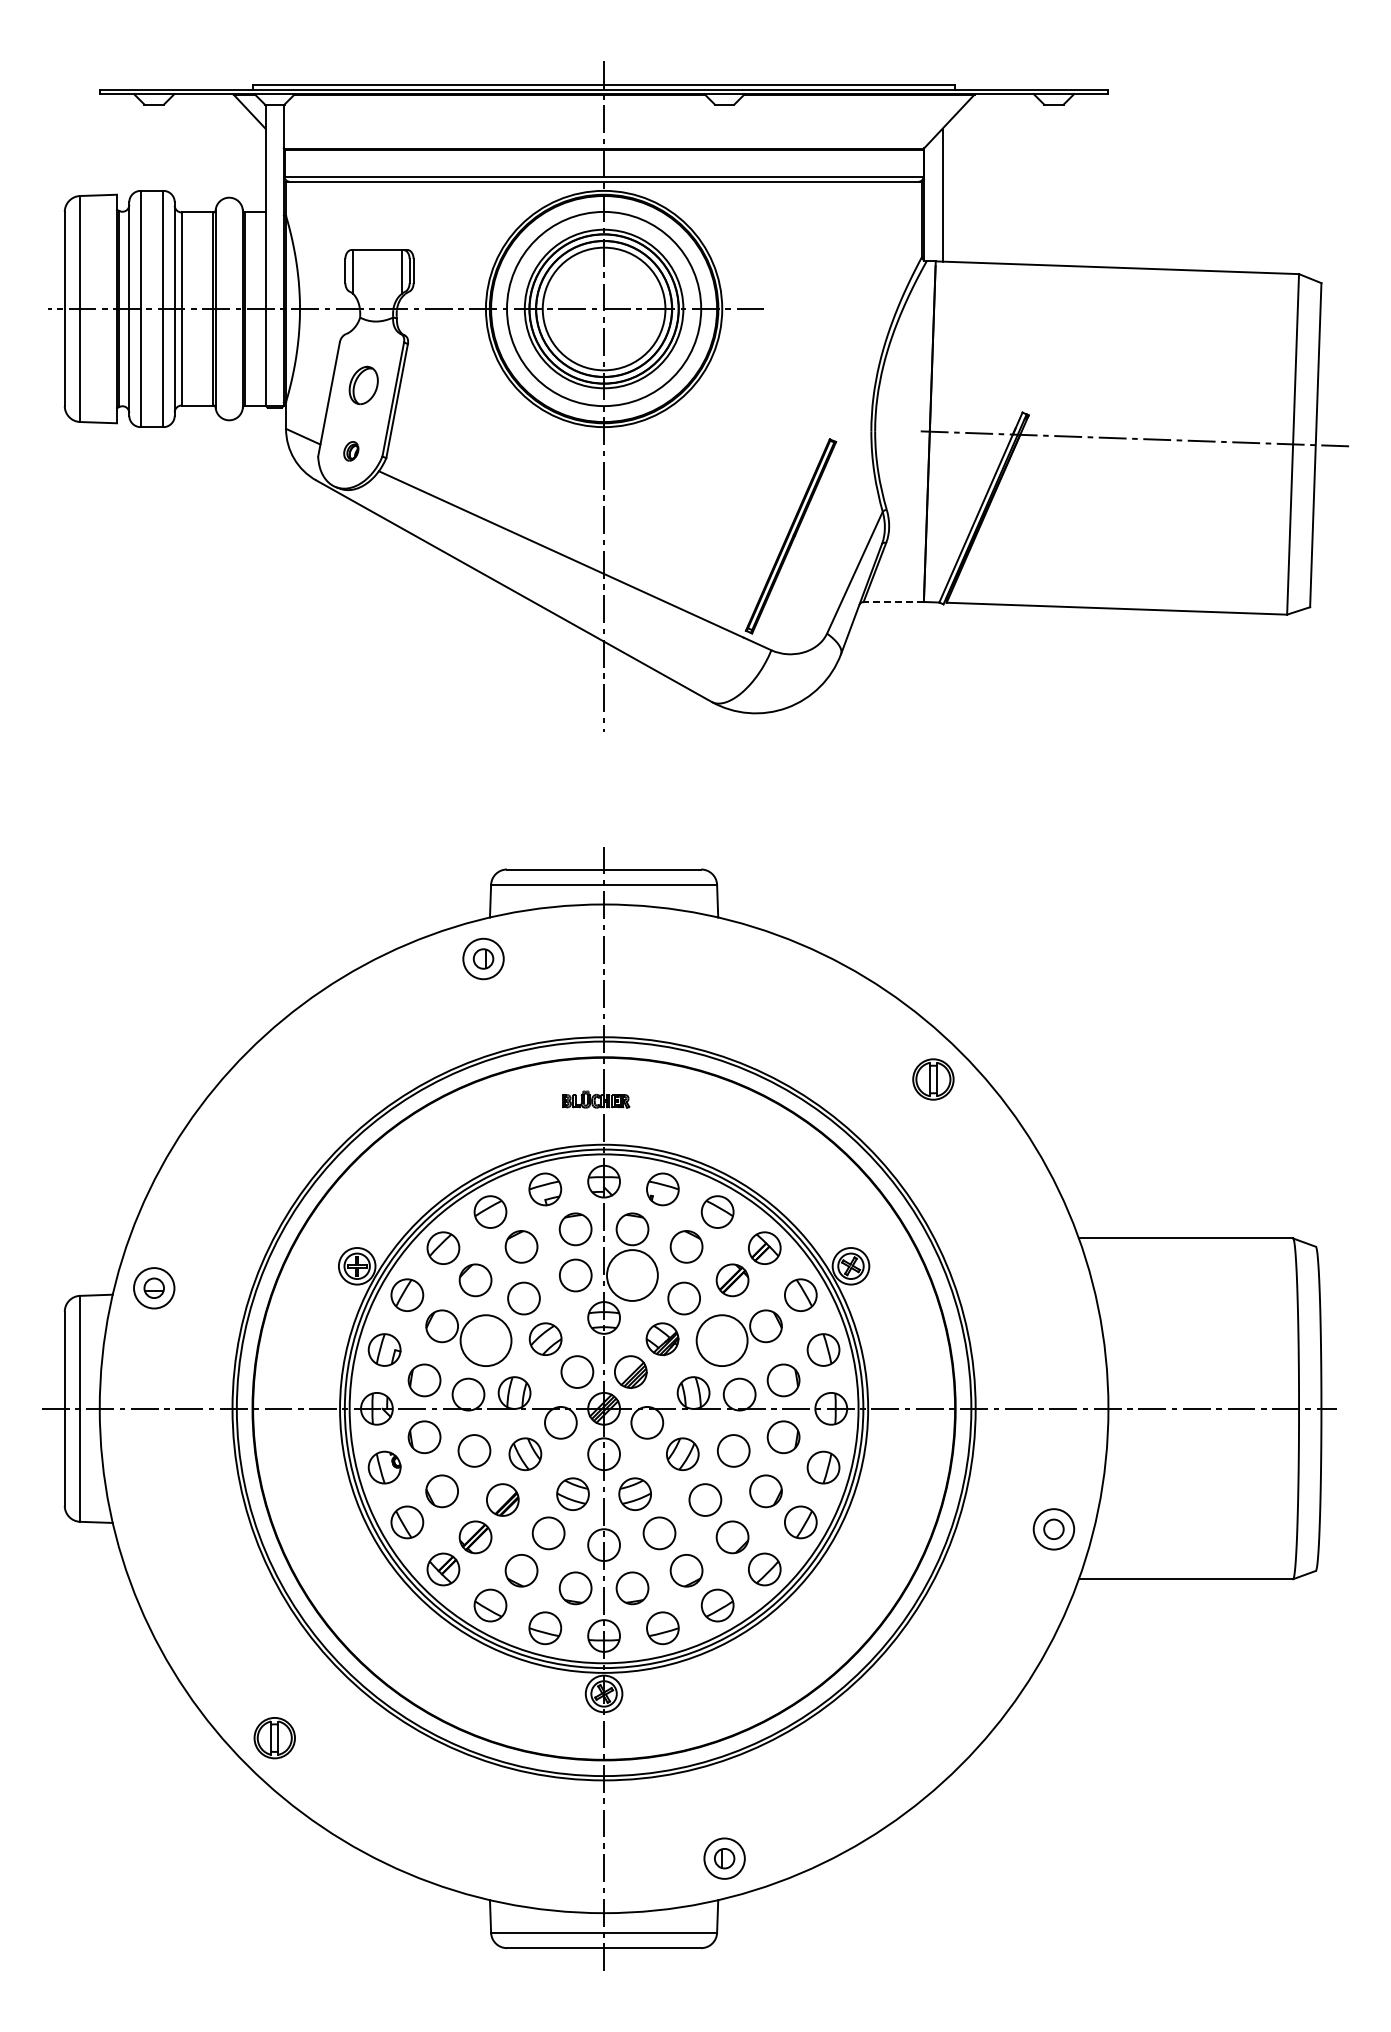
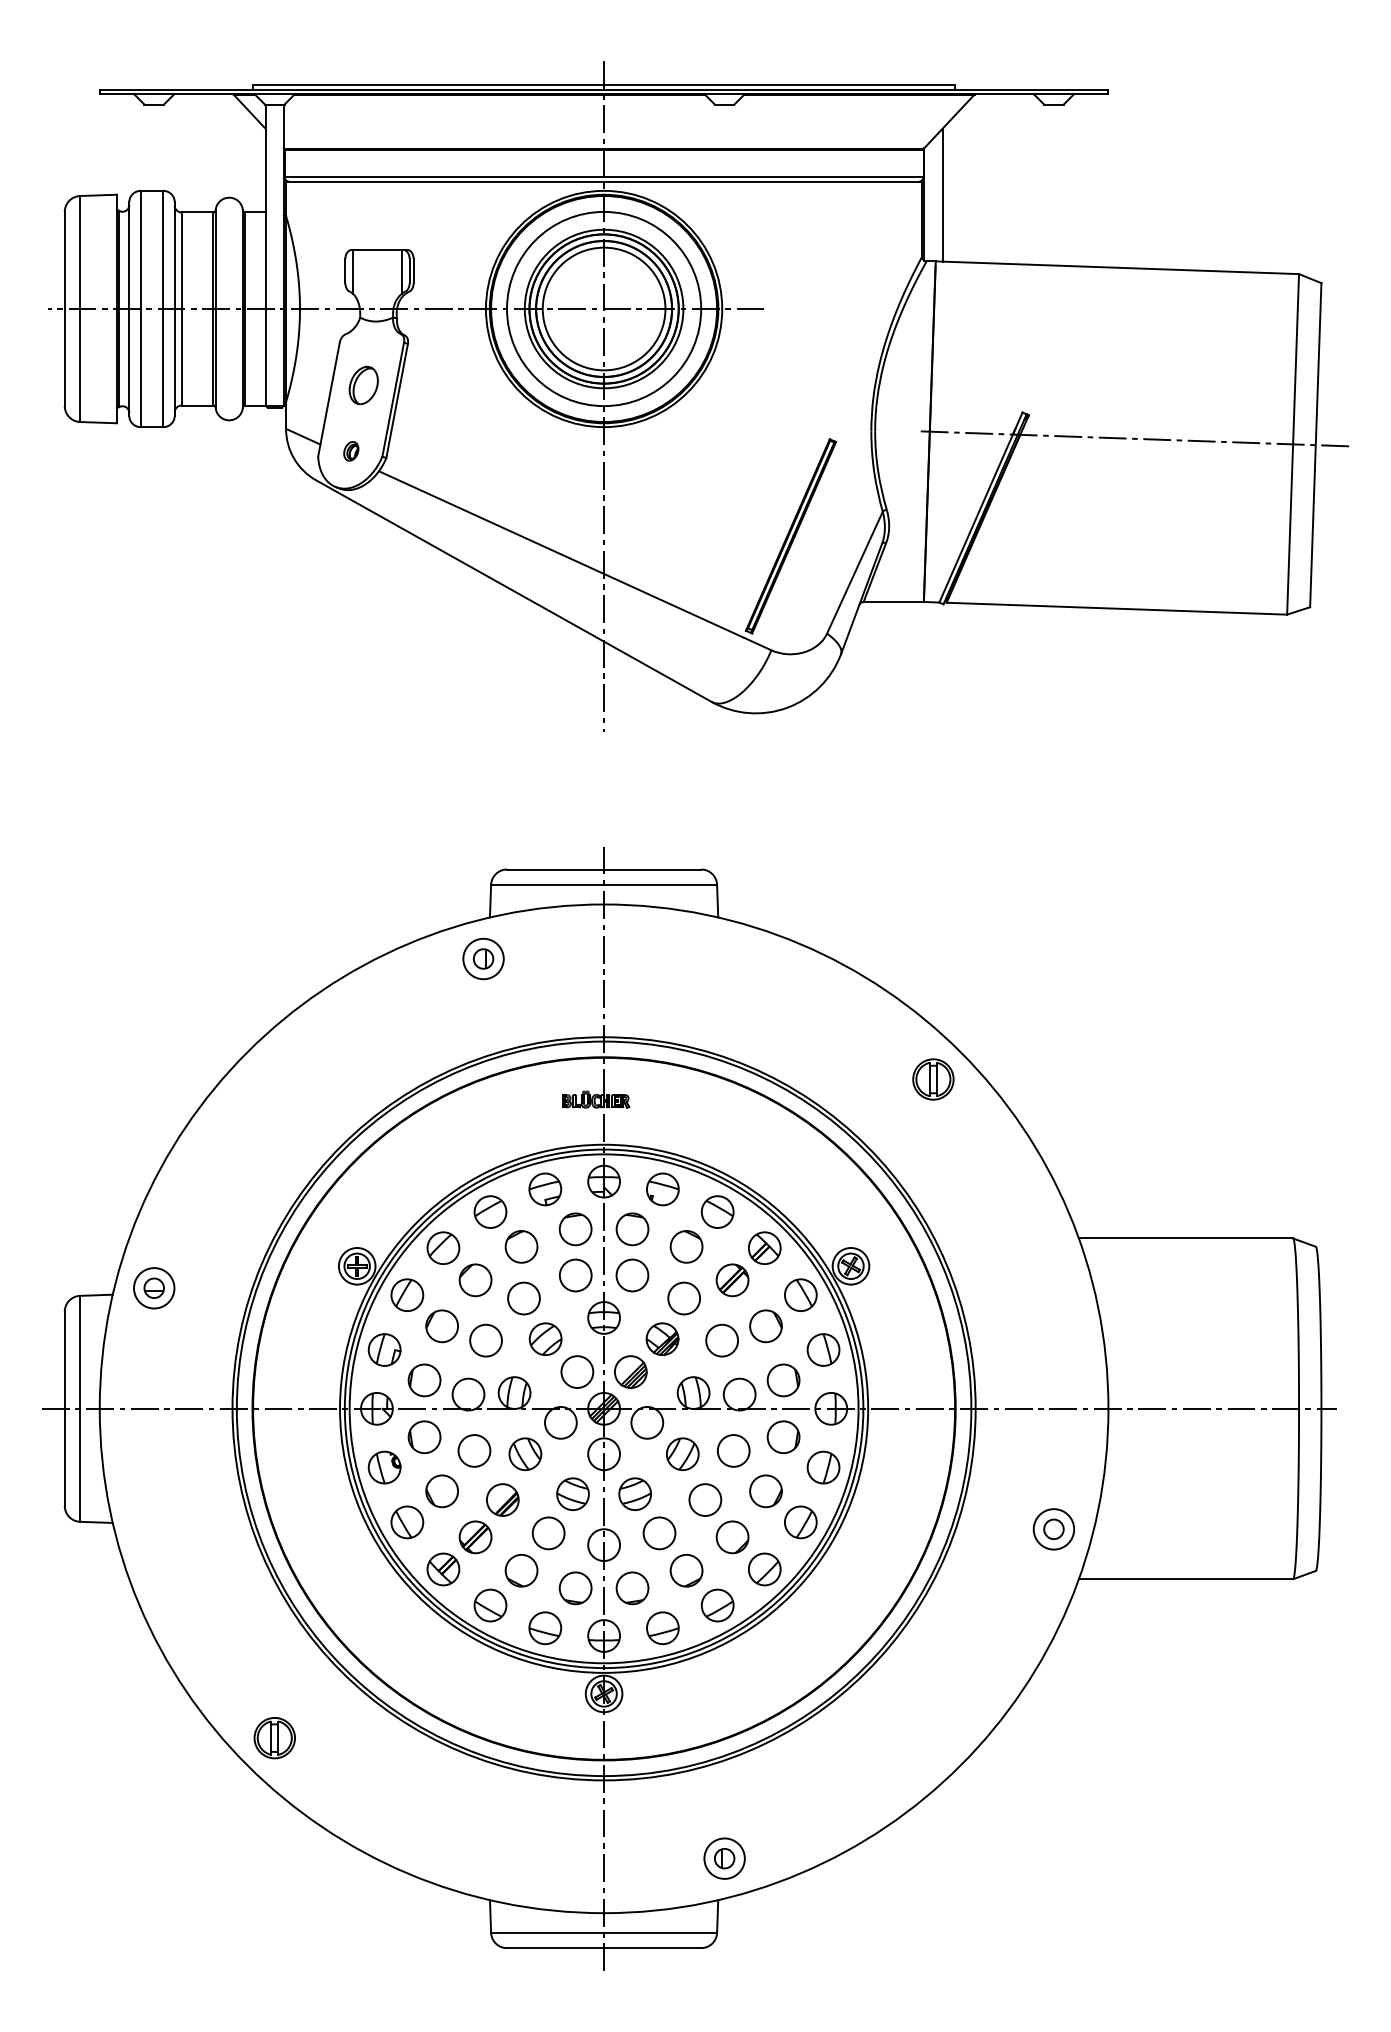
line at (893, 602): dashed -> solid
circle at (632, 1275) diameter: 51 px -> 32 px
circle at (485, 1340) diameter: 51 px -> 32 px
circle at (721, 1340) diameter: 51 px -> 32 px
